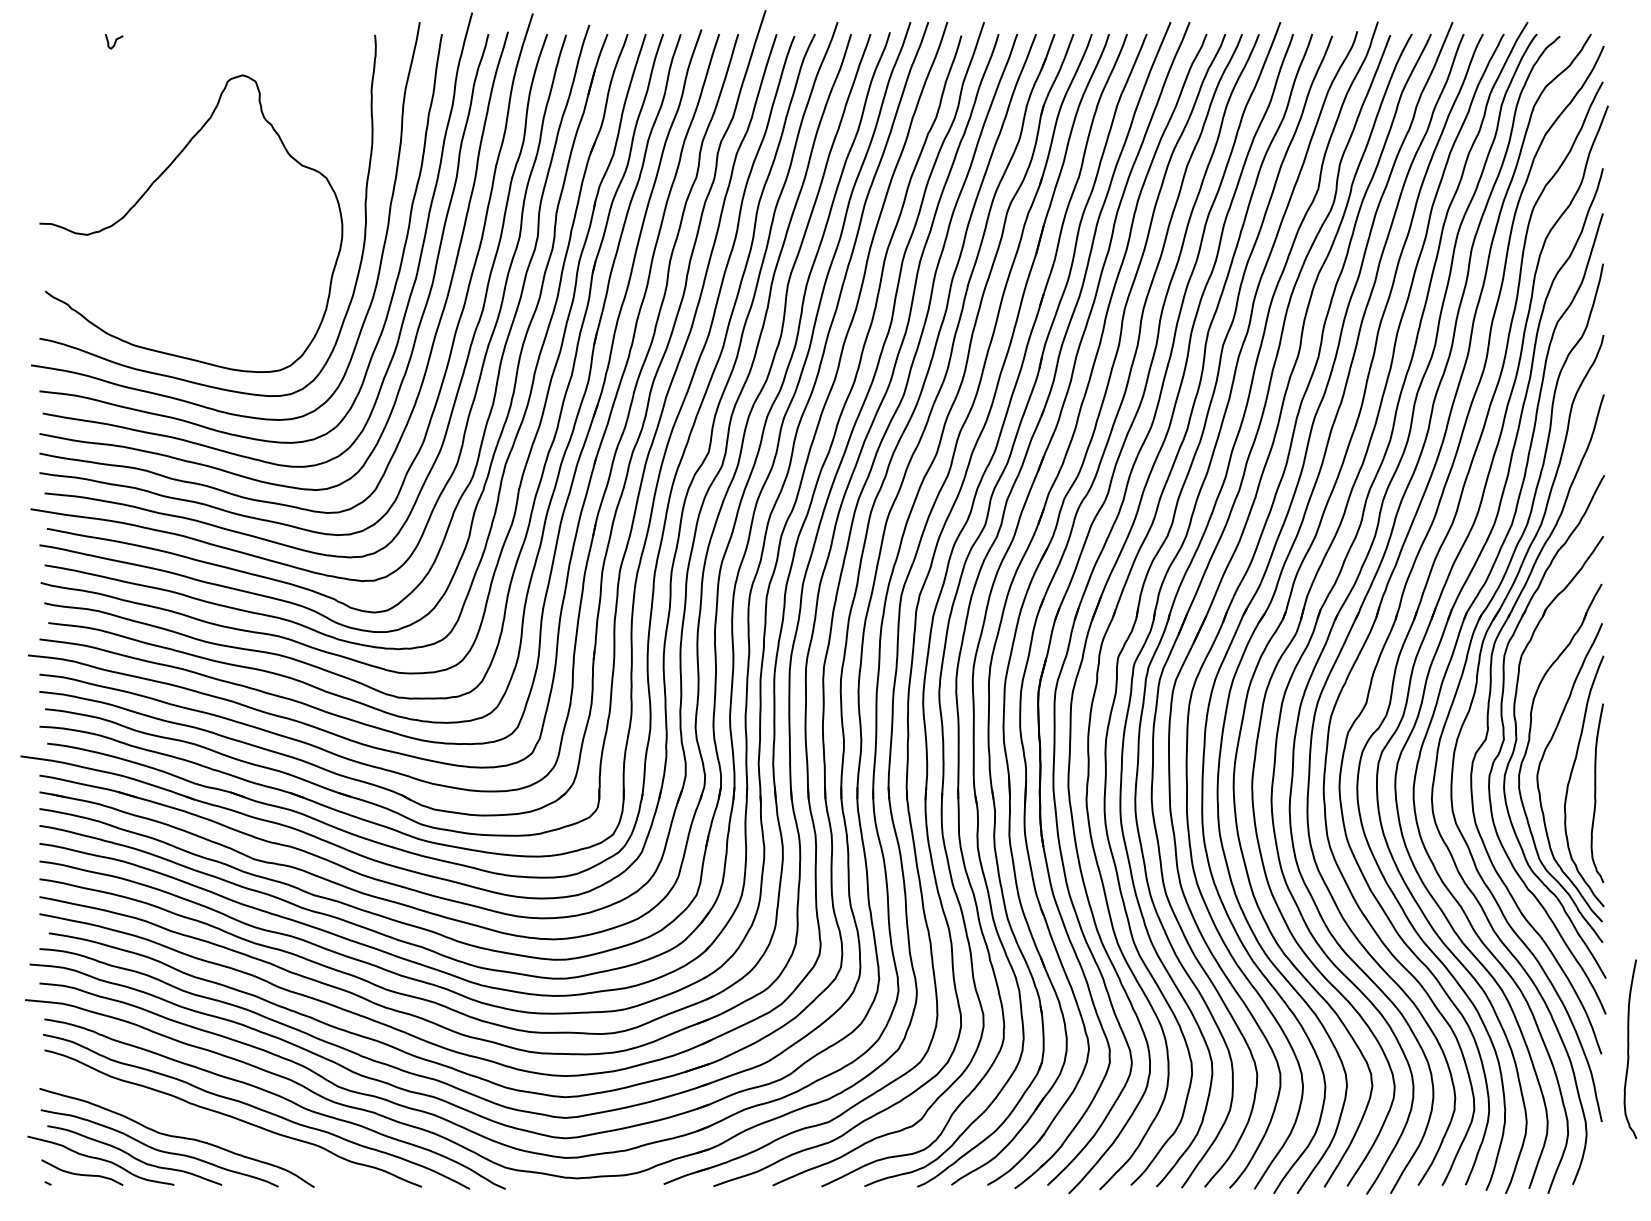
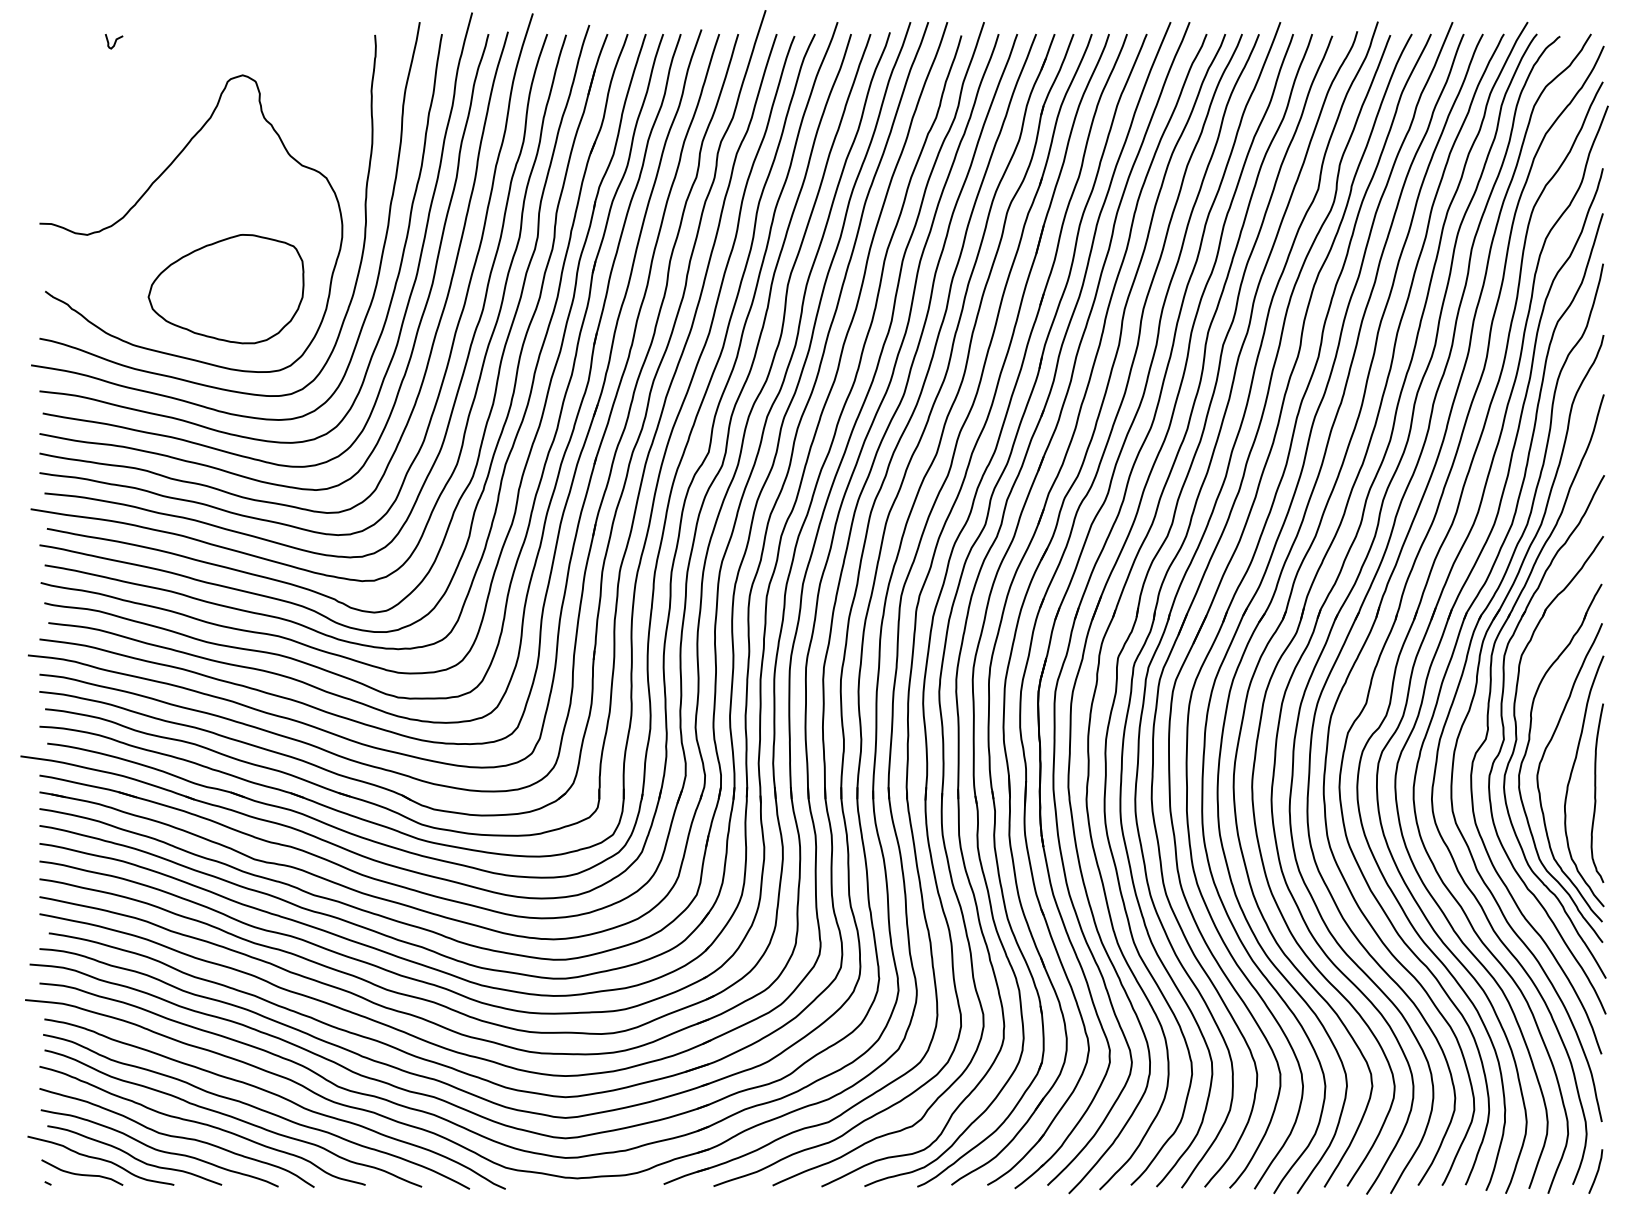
part at (225, 289): none -> present
curve at (1629, 1048): present -> none
curve at (202, 1124): none -> present
curve at (1596, 1171): none -> present
